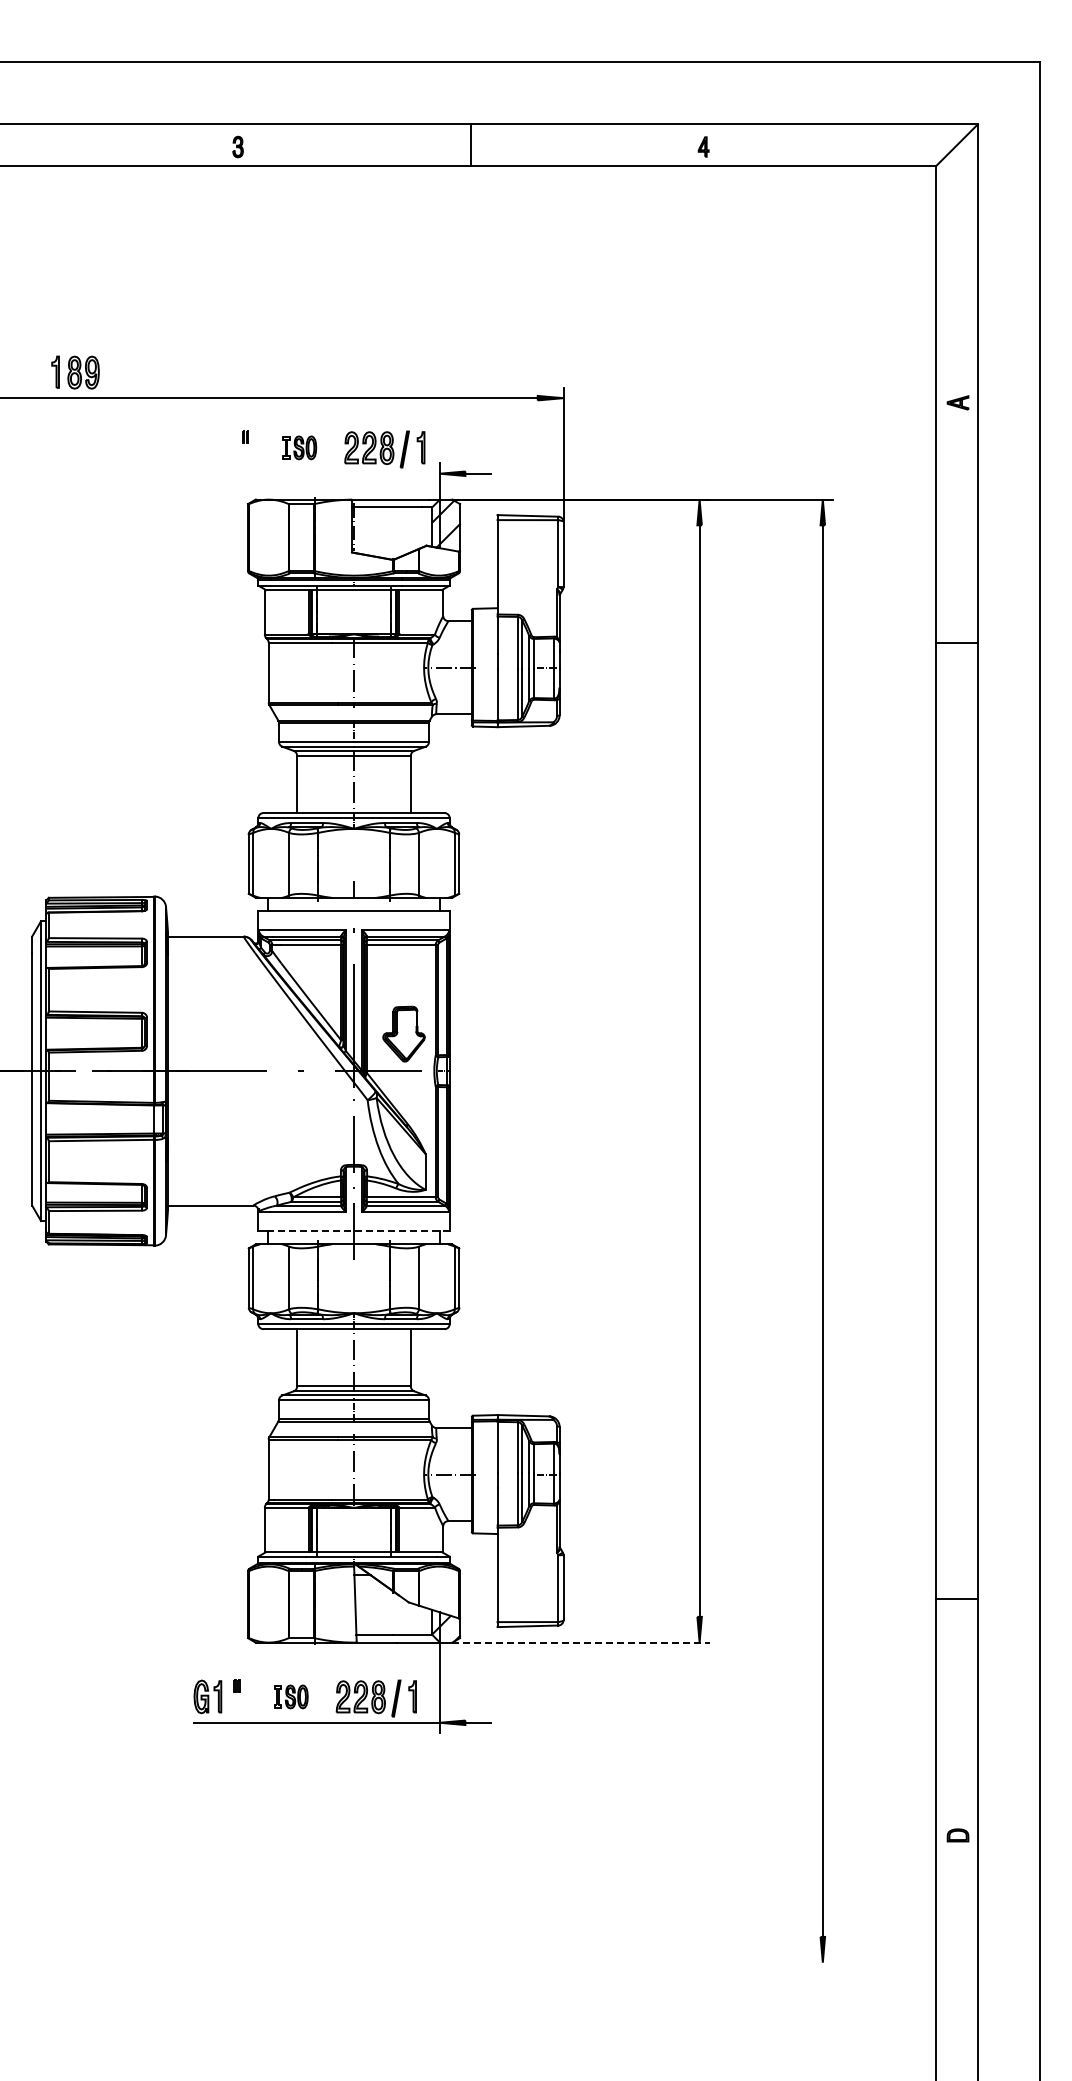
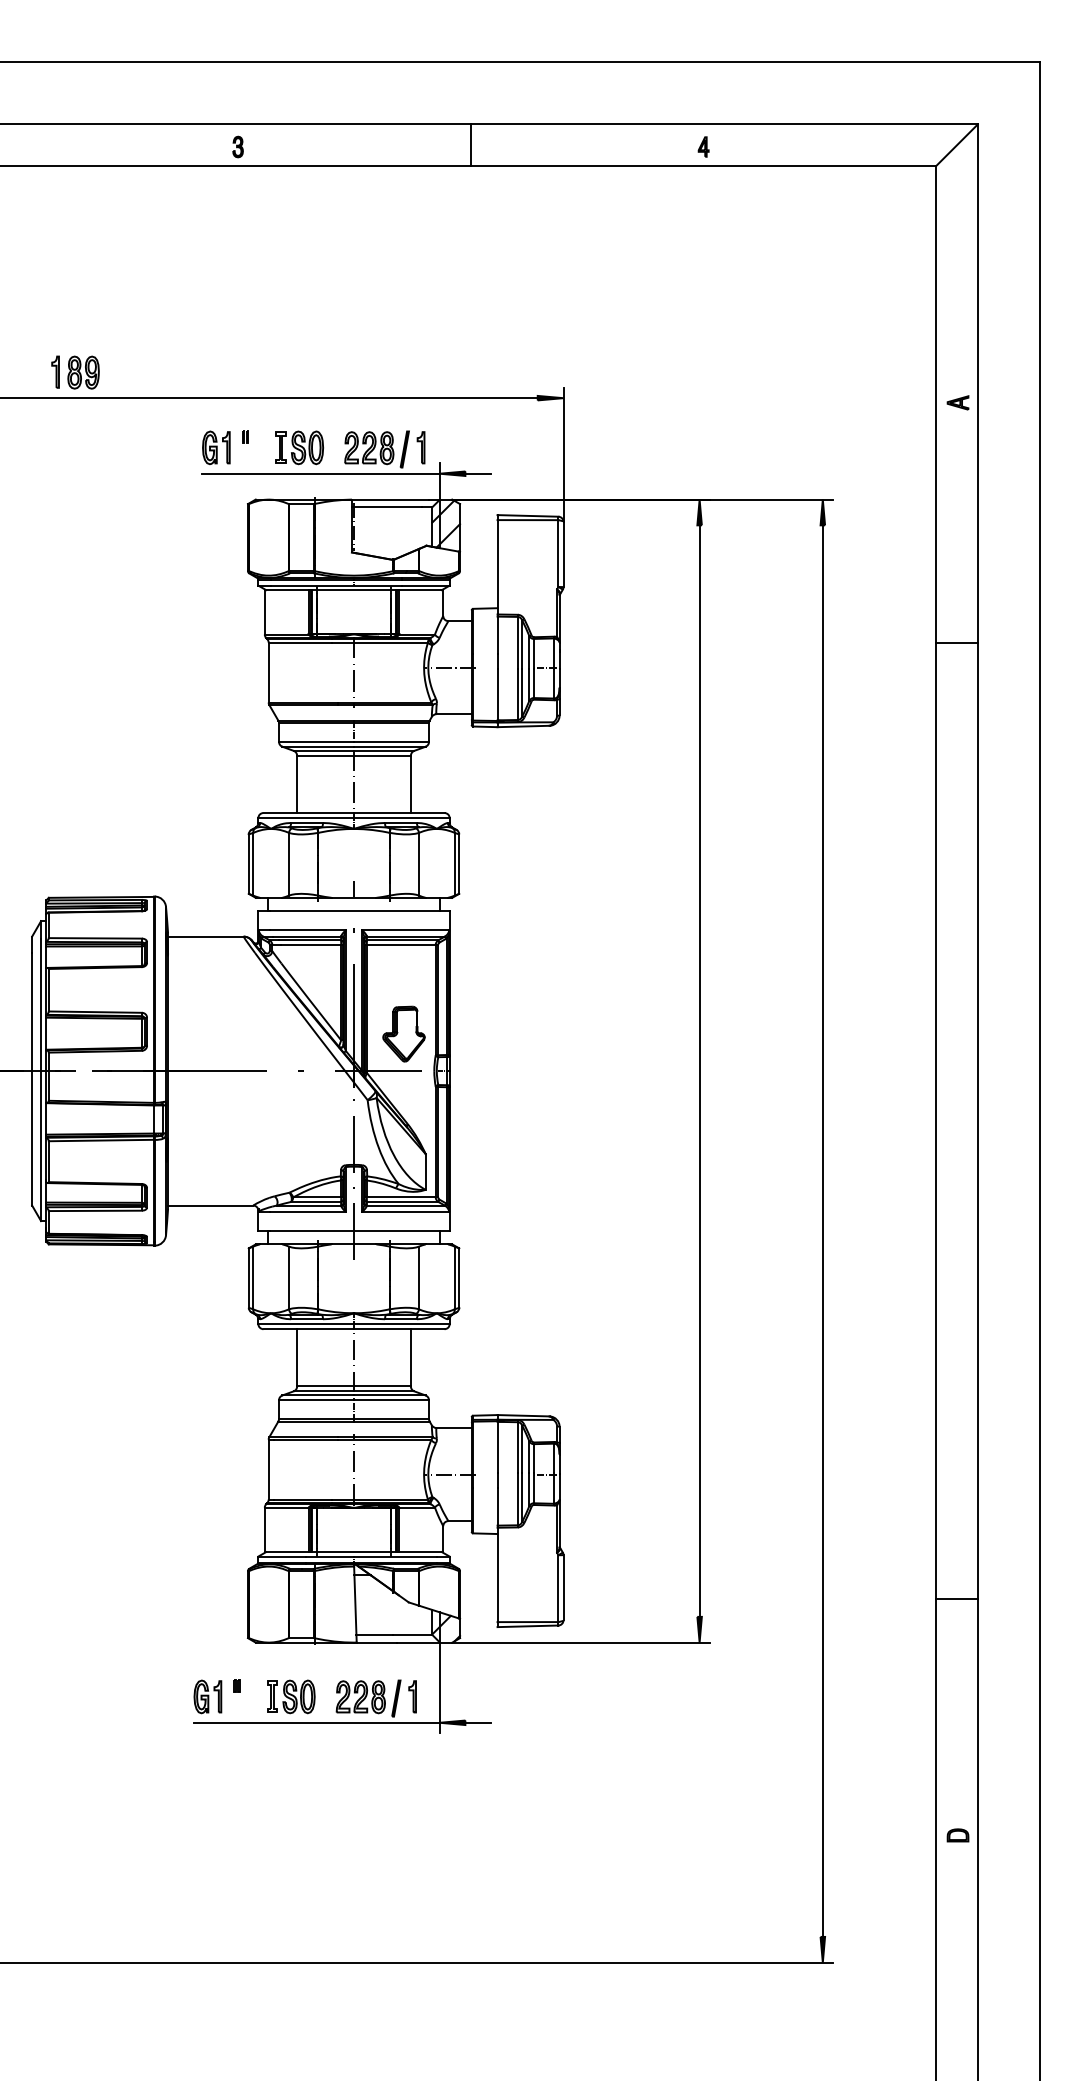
part at (216, 447): none -> present
part at (299, 447) size: 36x26 px -> 50x36 px
line at (320, 473): none -> present
line at (359, 1231): dashed -> solid
line at (581, 1642): dashed -> solid
part at (291, 1696) size: 35x26 px -> 49x36 px
line at (417, 1962): none -> present
